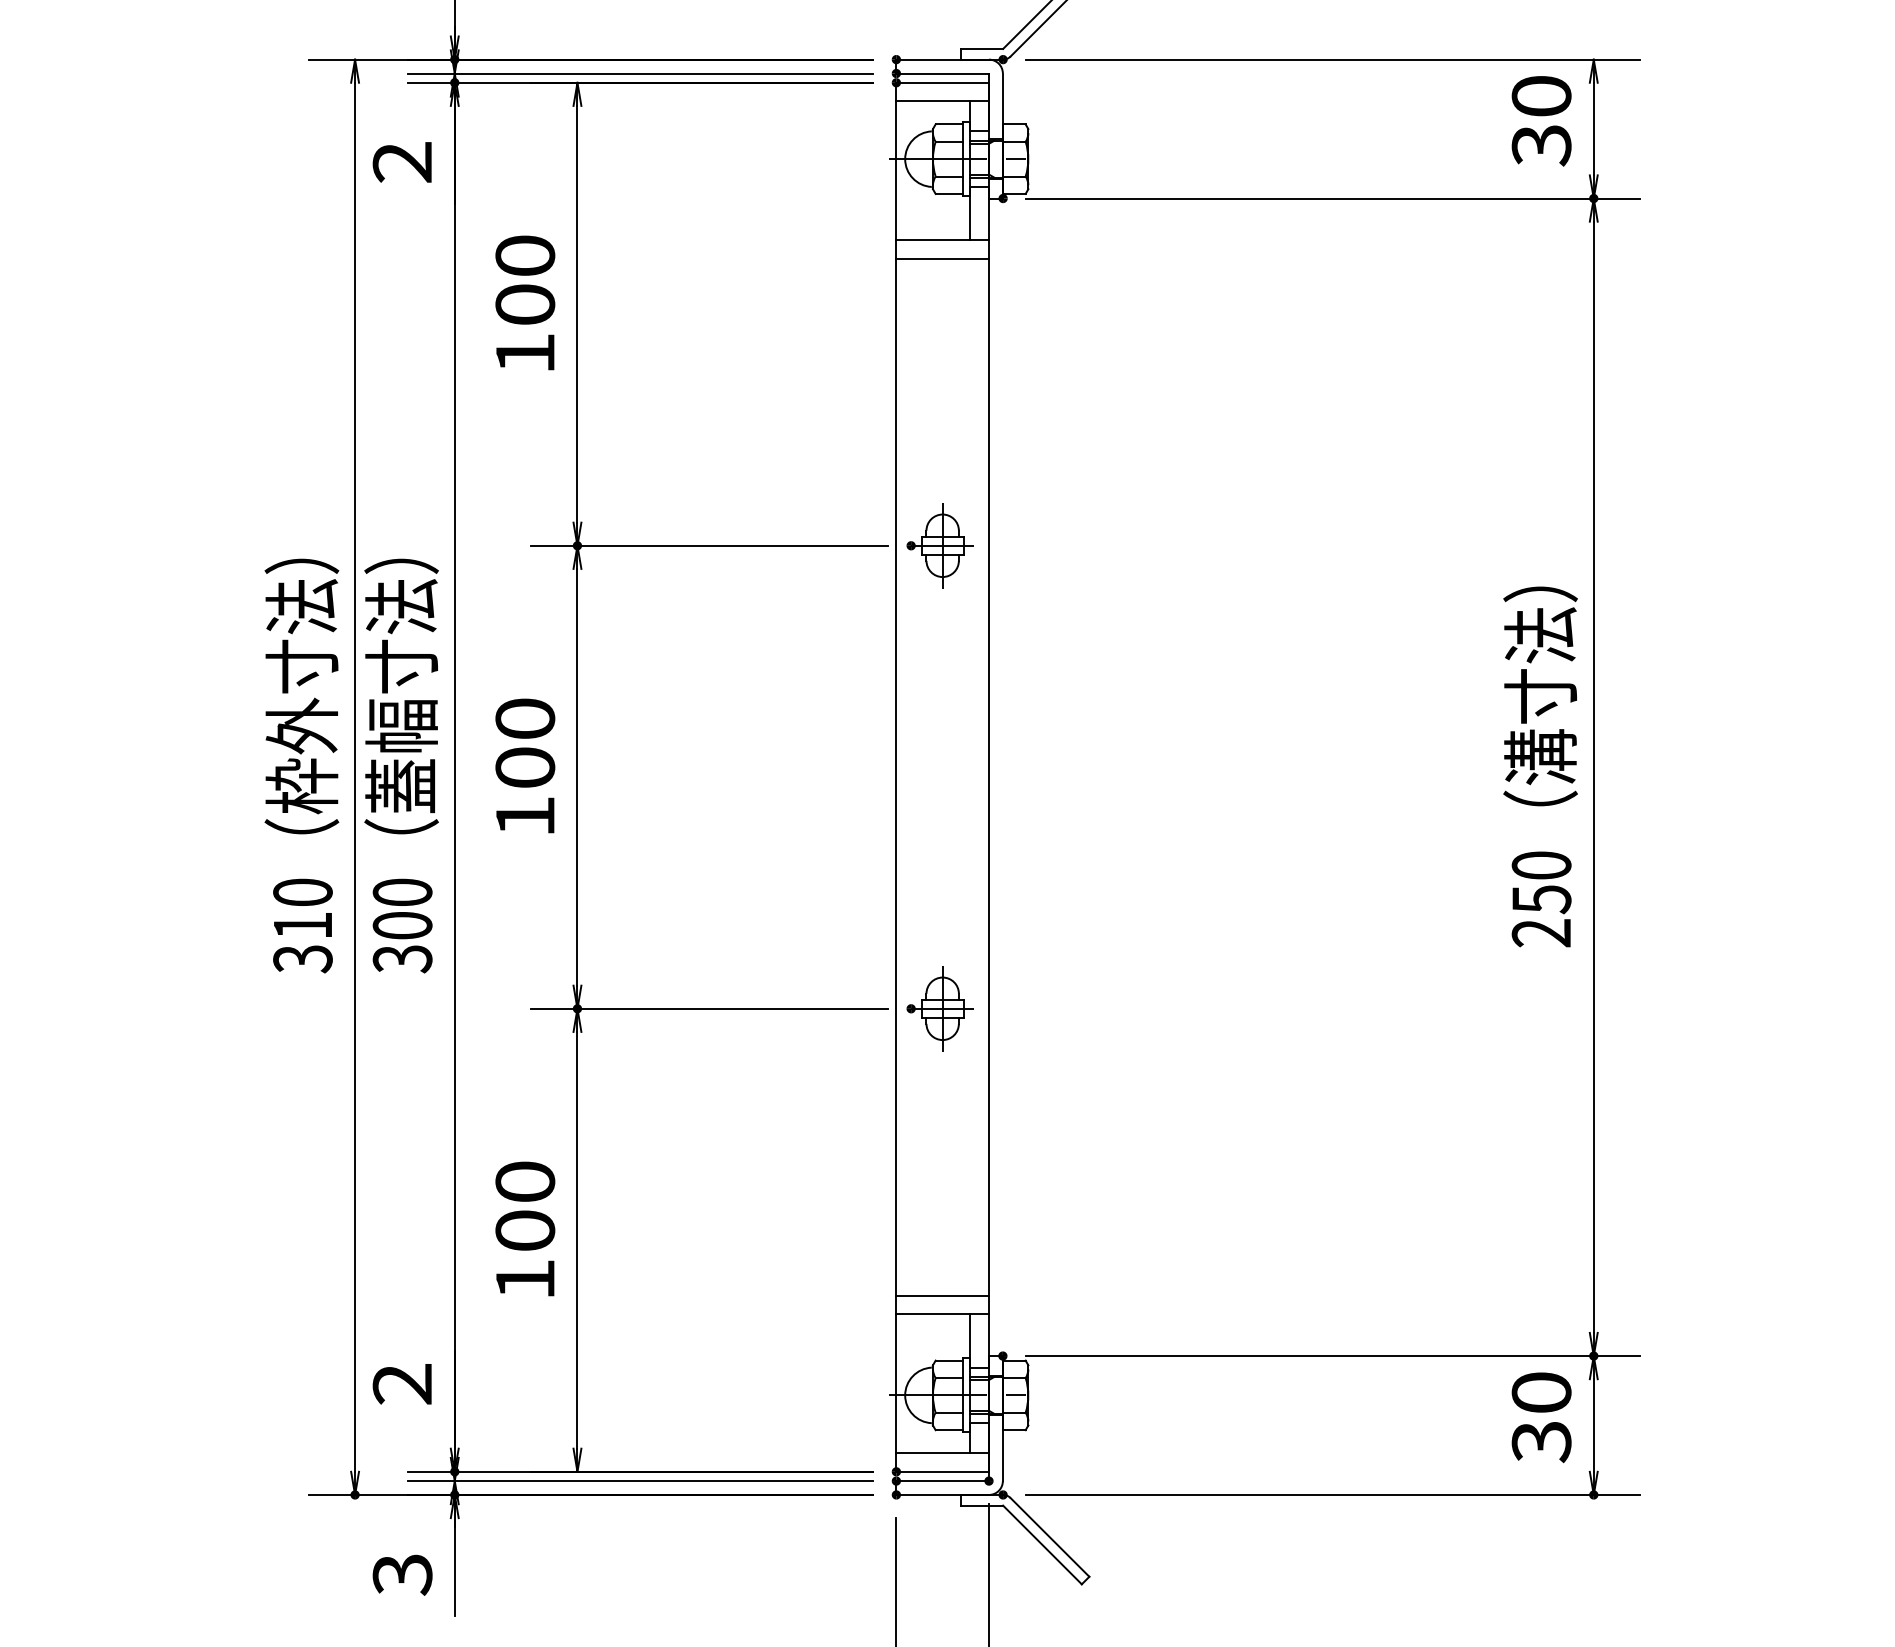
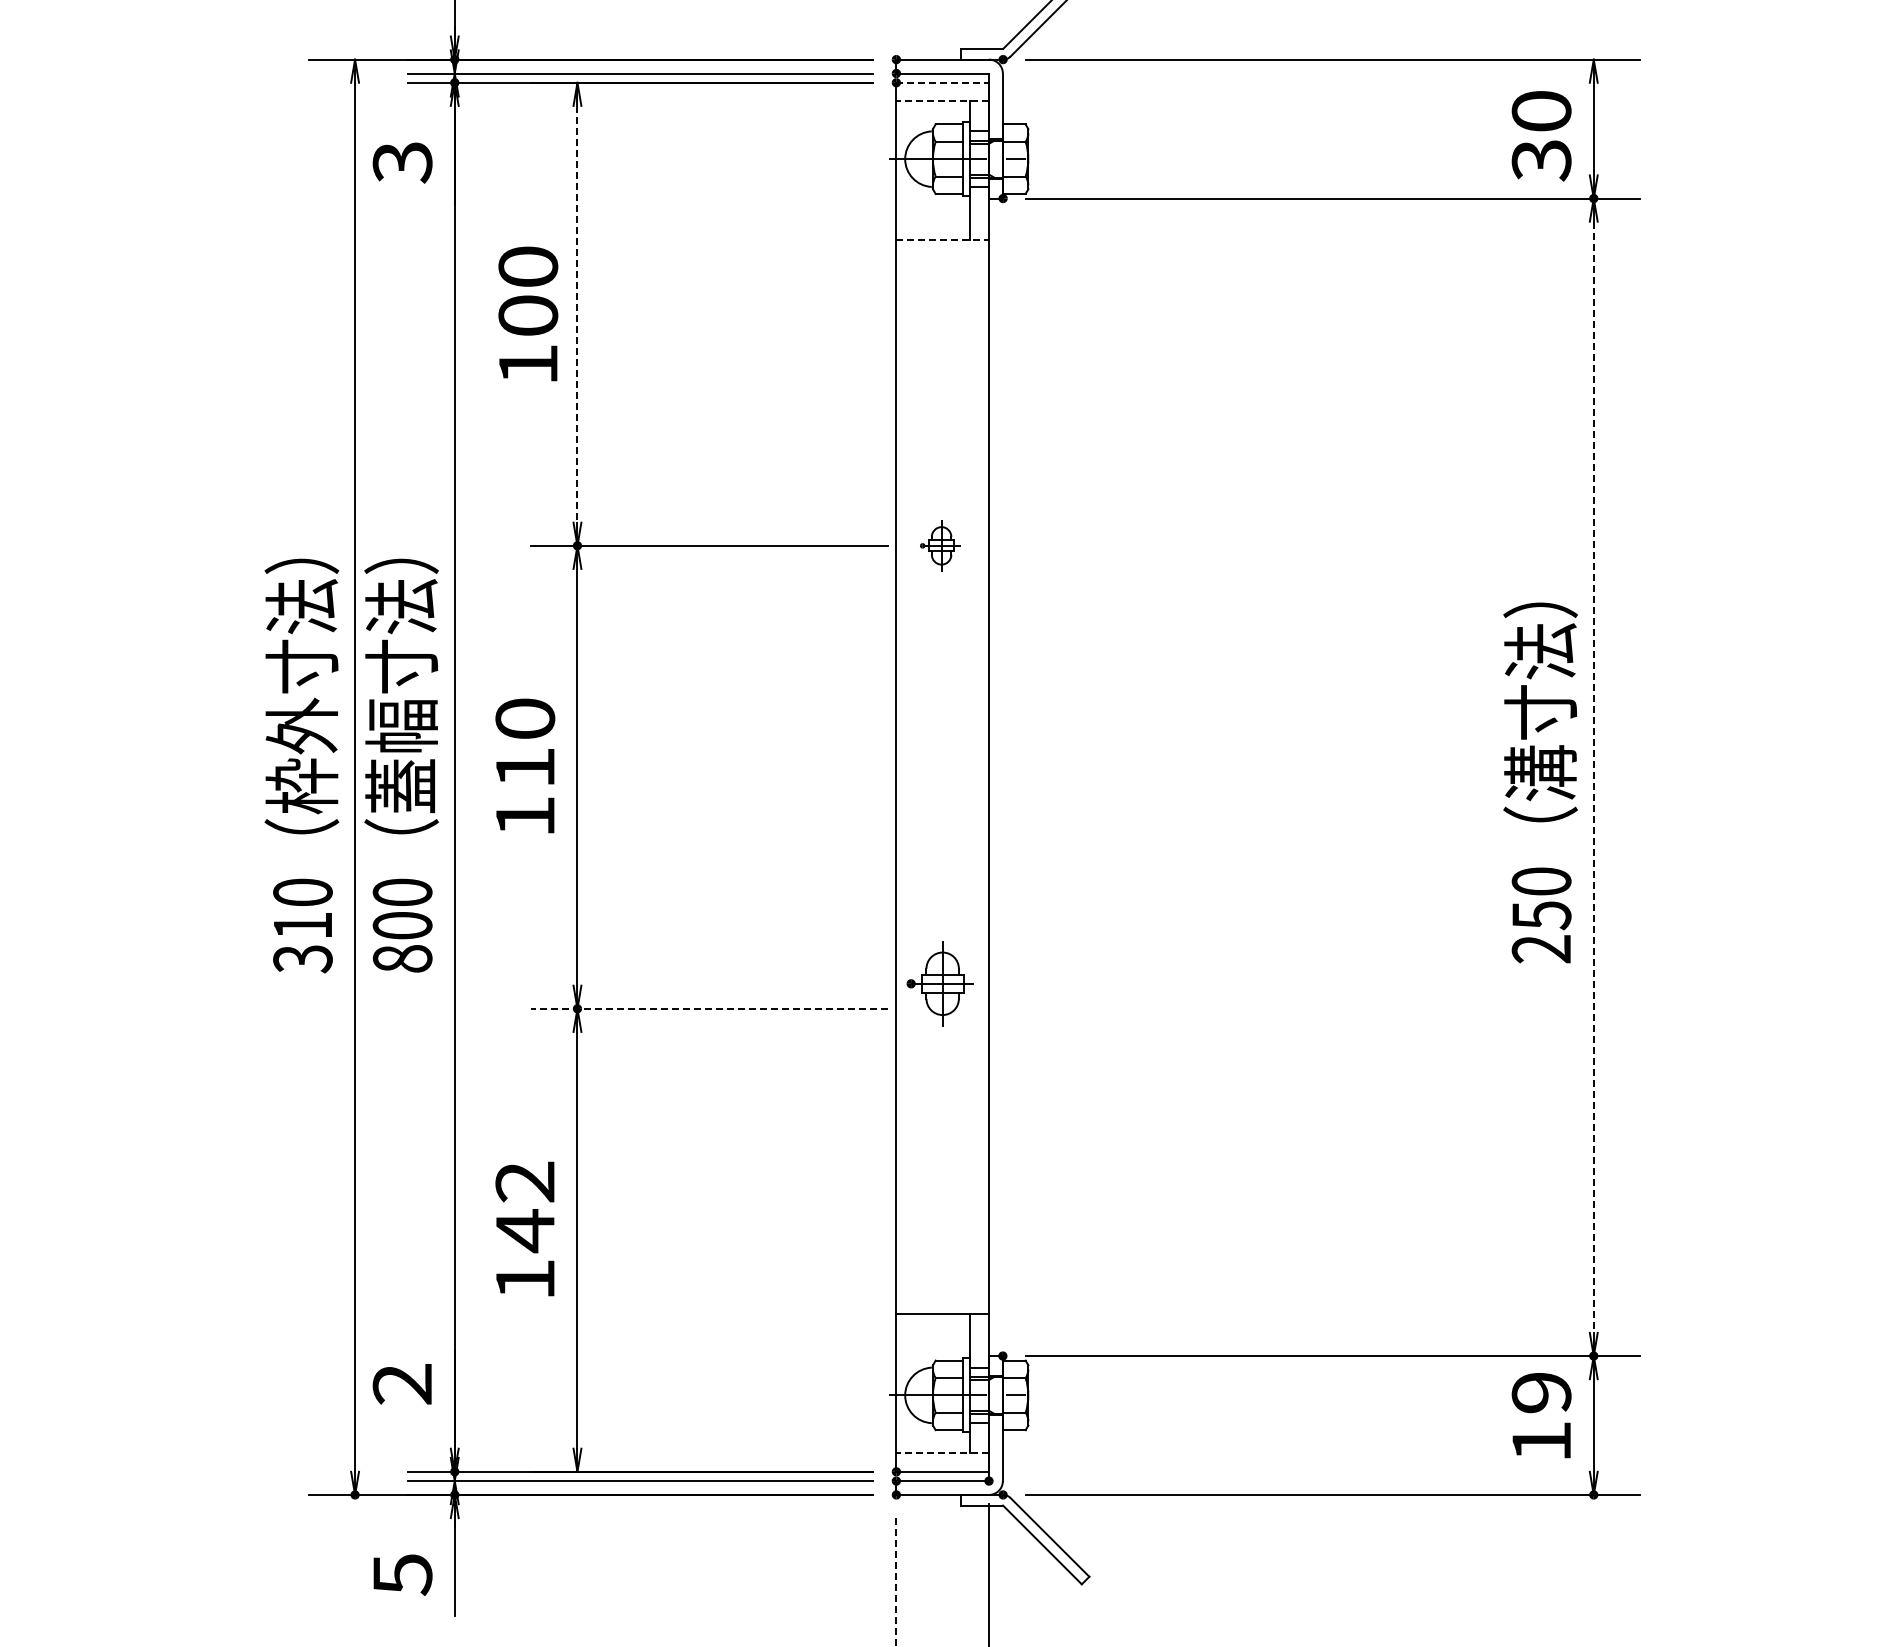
line at (943, 82): solid -> dashed
line at (942, 101): solid -> dashed
text at (1541, 121) position: (1541, 121) -> (1541, 136)
text at (402, 162): 2 -> 3
line at (943, 240): solid -> dashed
line at (942, 258): present -> none
text at (525, 302) position: (525, 302) -> (528, 313)
line at (577, 314): solid -> dashed
part at (939, 545) size: 68x86 px -> 41x52 px
text at (1540, 766) position: (1540, 766) -> (1540, 782)
text at (525, 767): 100 -> 110
line at (1593, 777): solid -> dashed
text at (402, 959): 300 -> 800
line at (709, 1008): solid -> dashed
part at (939, 1008) position: (939, 1008) -> (939, 983)
text at (525, 1207): 100 -> 142
line at (942, 1295): present -> none
text at (1541, 1417): 30 -> 19
line at (942, 1453): solid -> dashed
text at (402, 1574): 3 -> 5
line at (896, 1583): solid -> dashed
